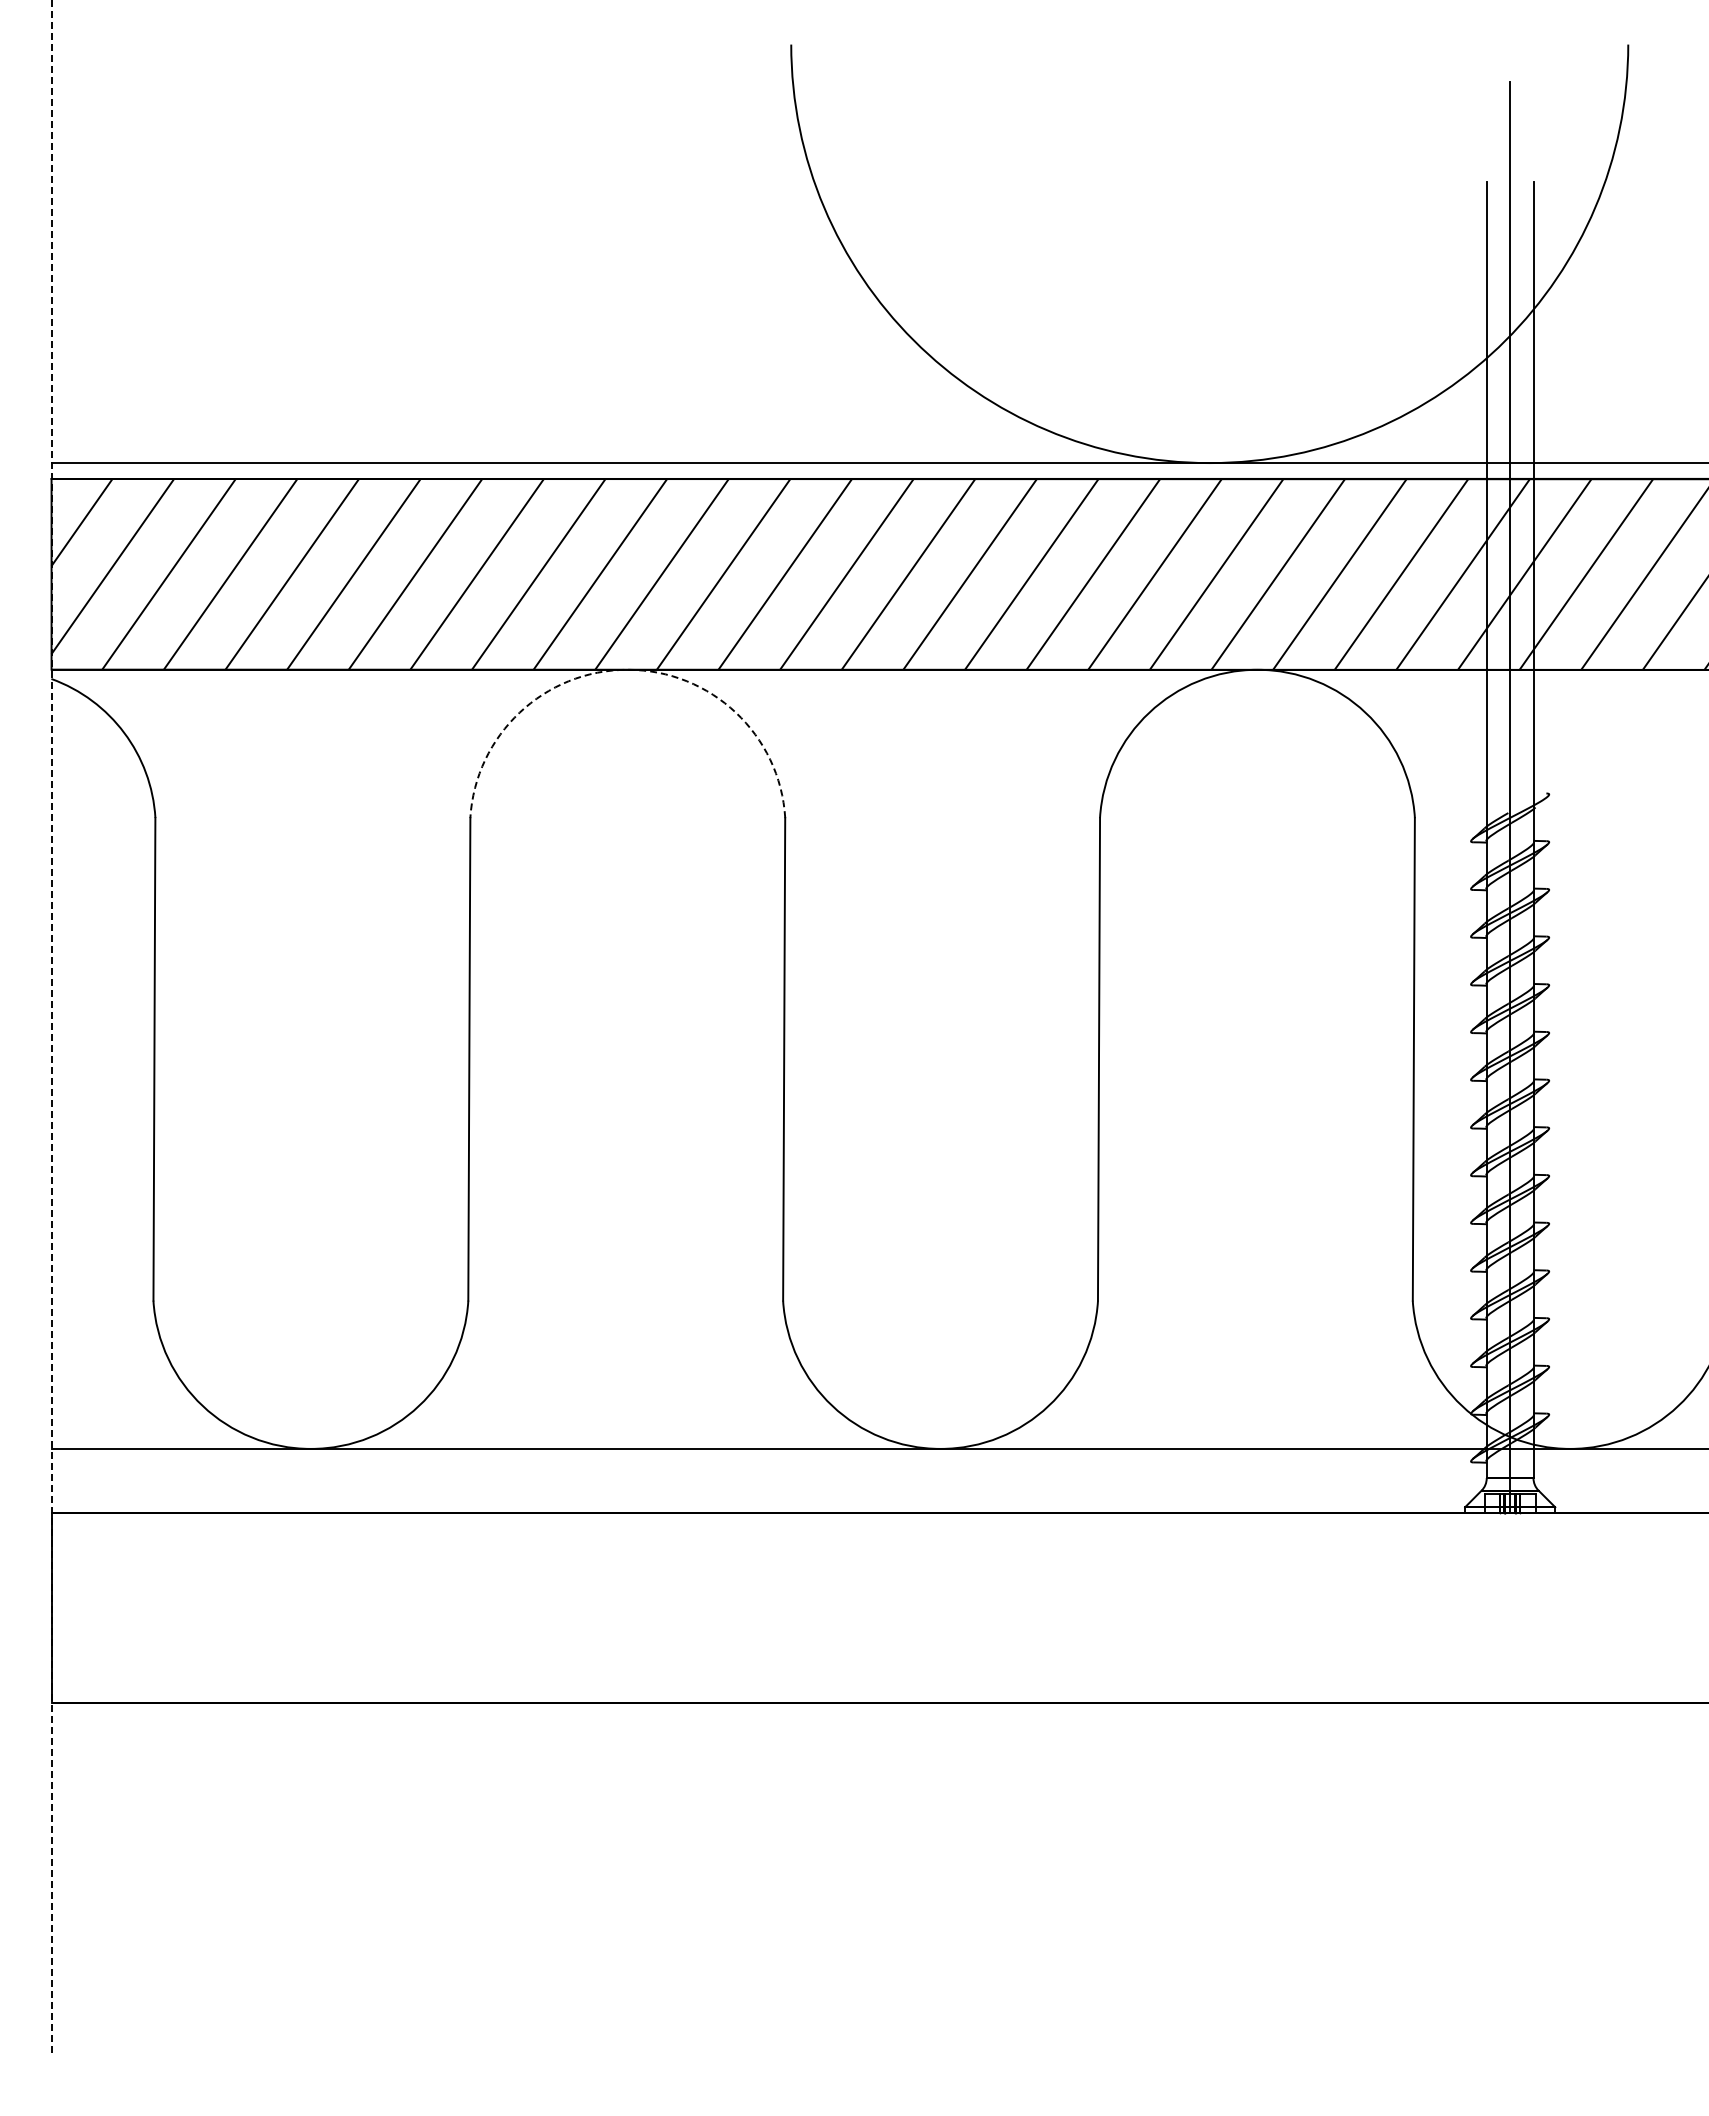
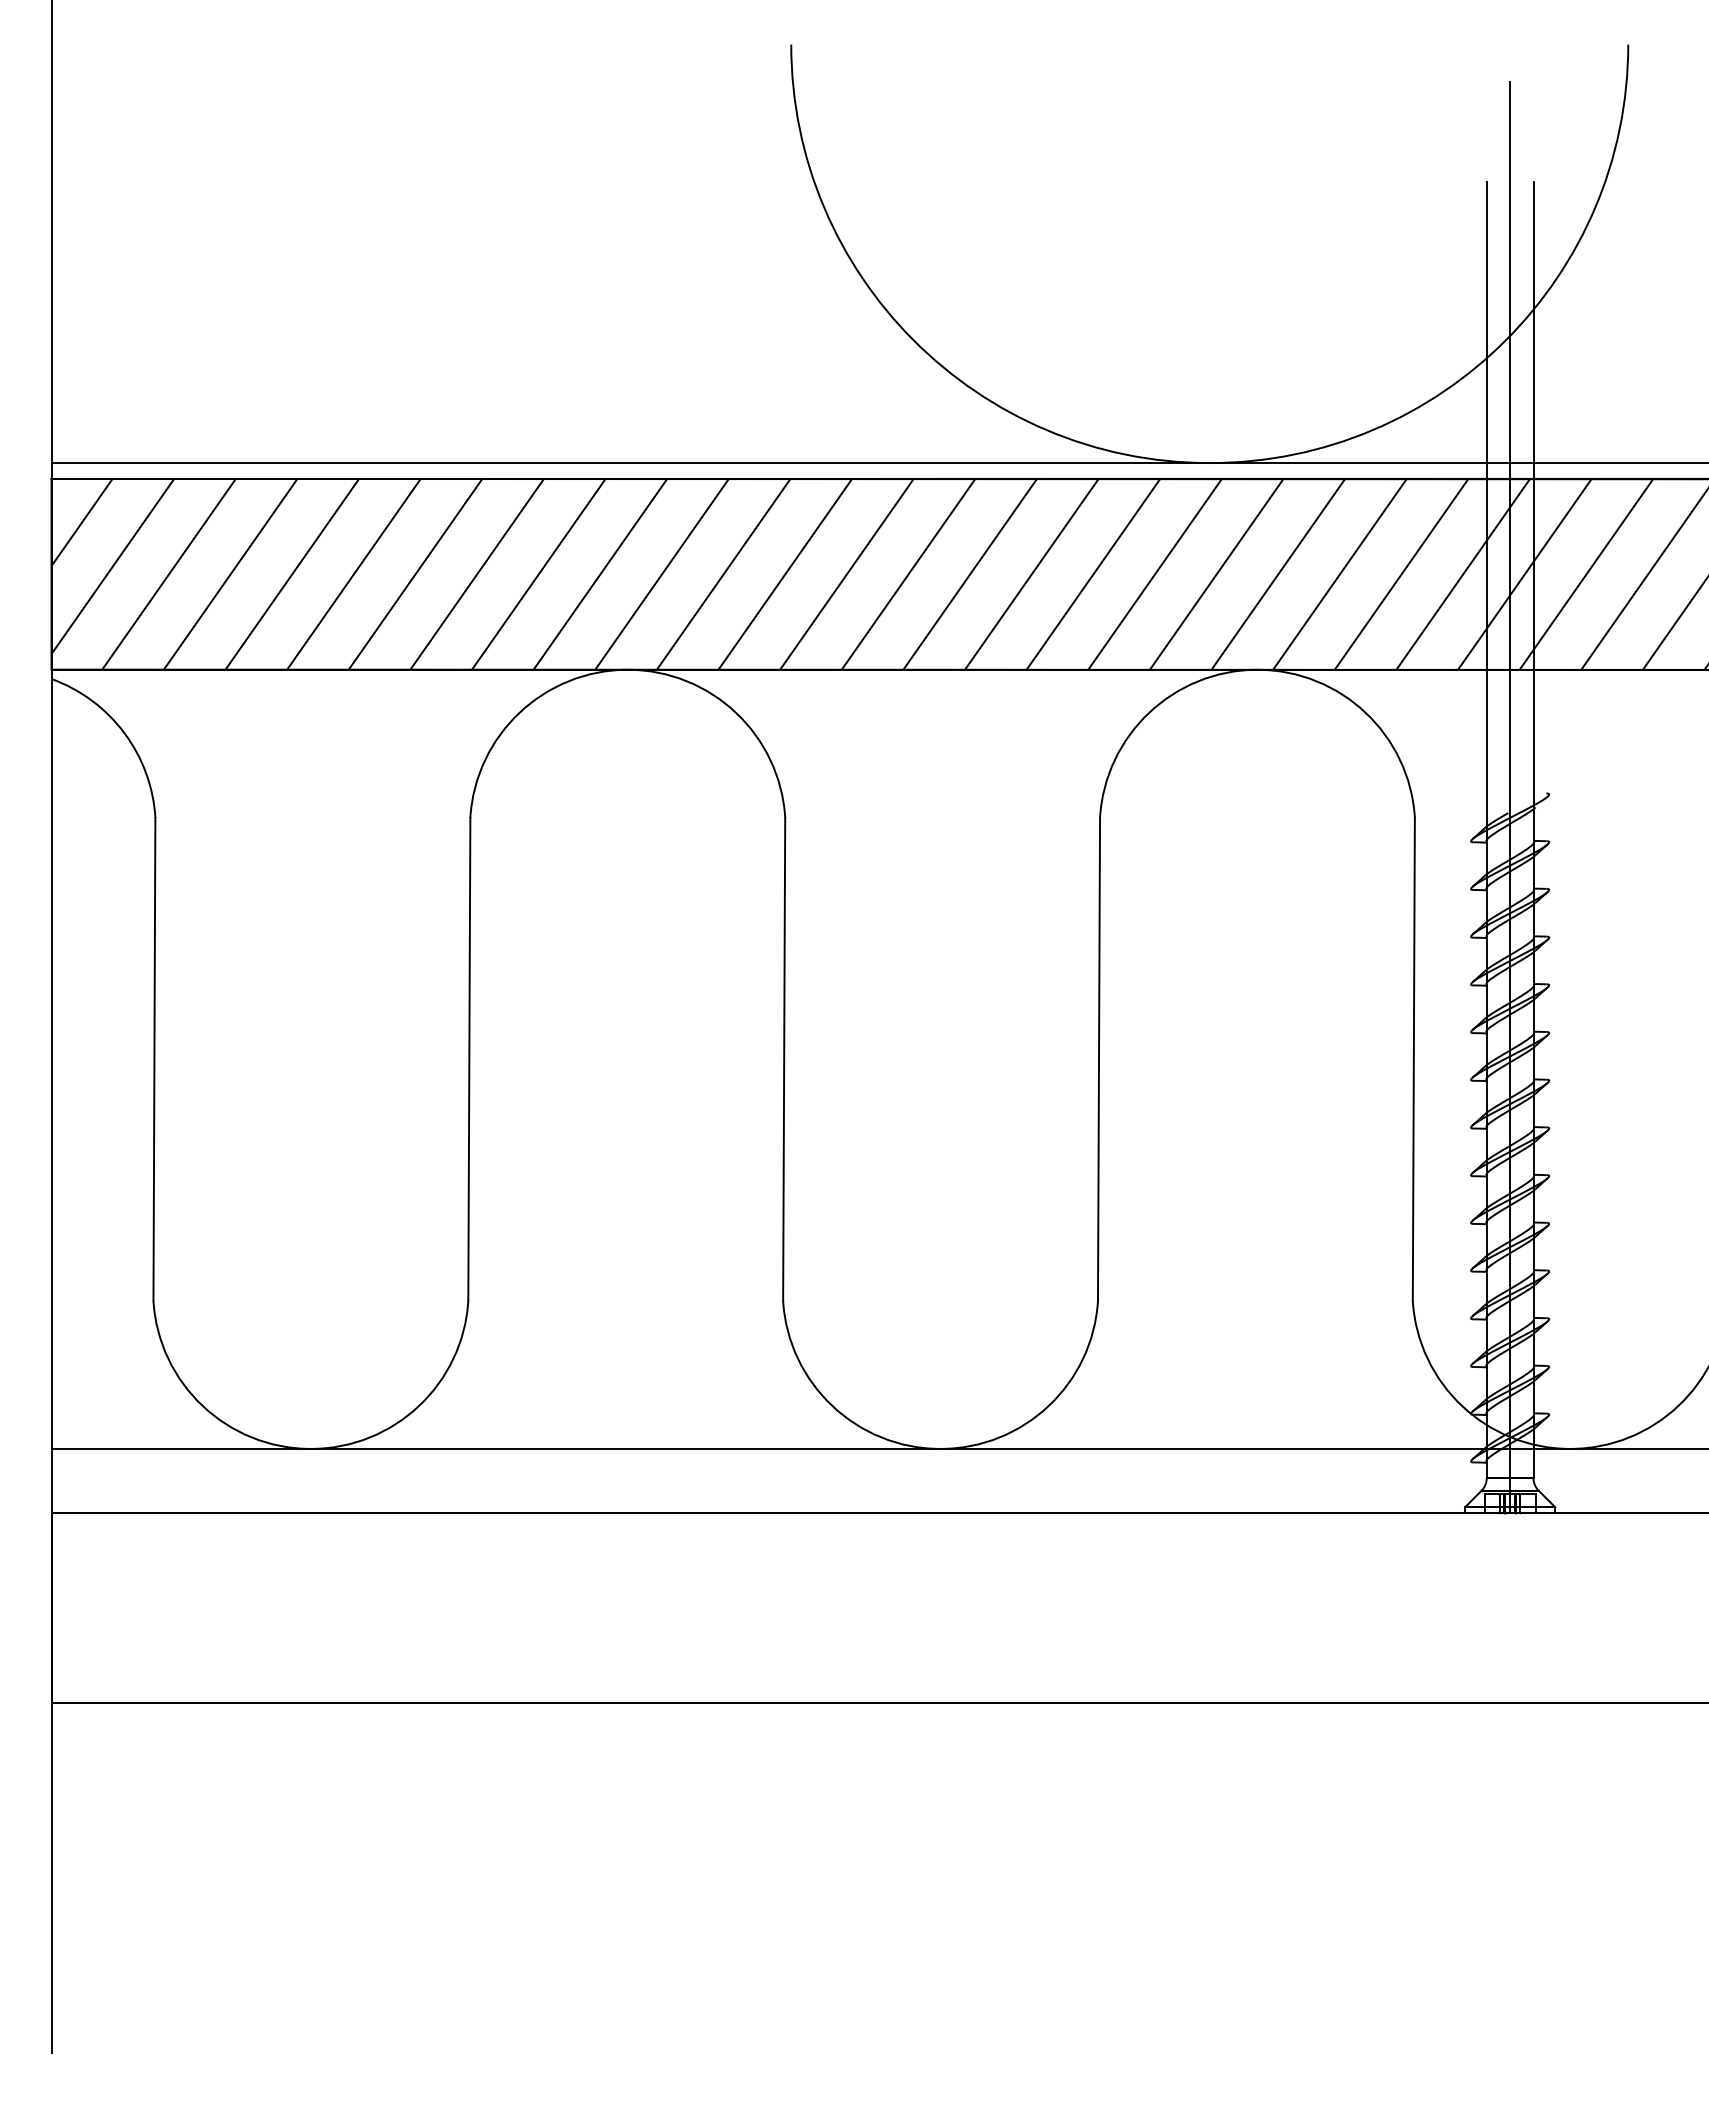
arc at (627, 669): dashed -> solid
line at (51, 1026): dashed -> solid
